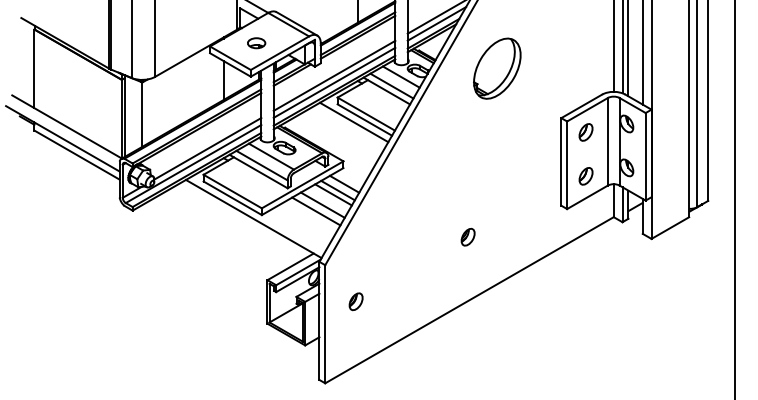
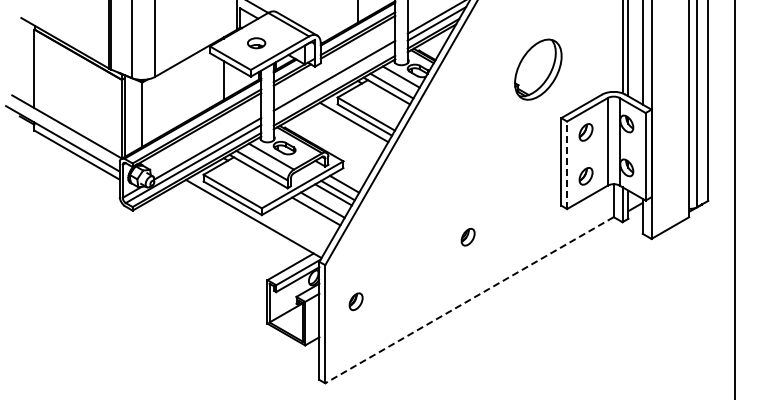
line at (613, 46): present -> none
part at (497, 68) position: (497, 68) -> (538, 69)
line at (334, 82): present -> none
line at (567, 165): solid -> dashed
line at (469, 300): solid -> dashed
